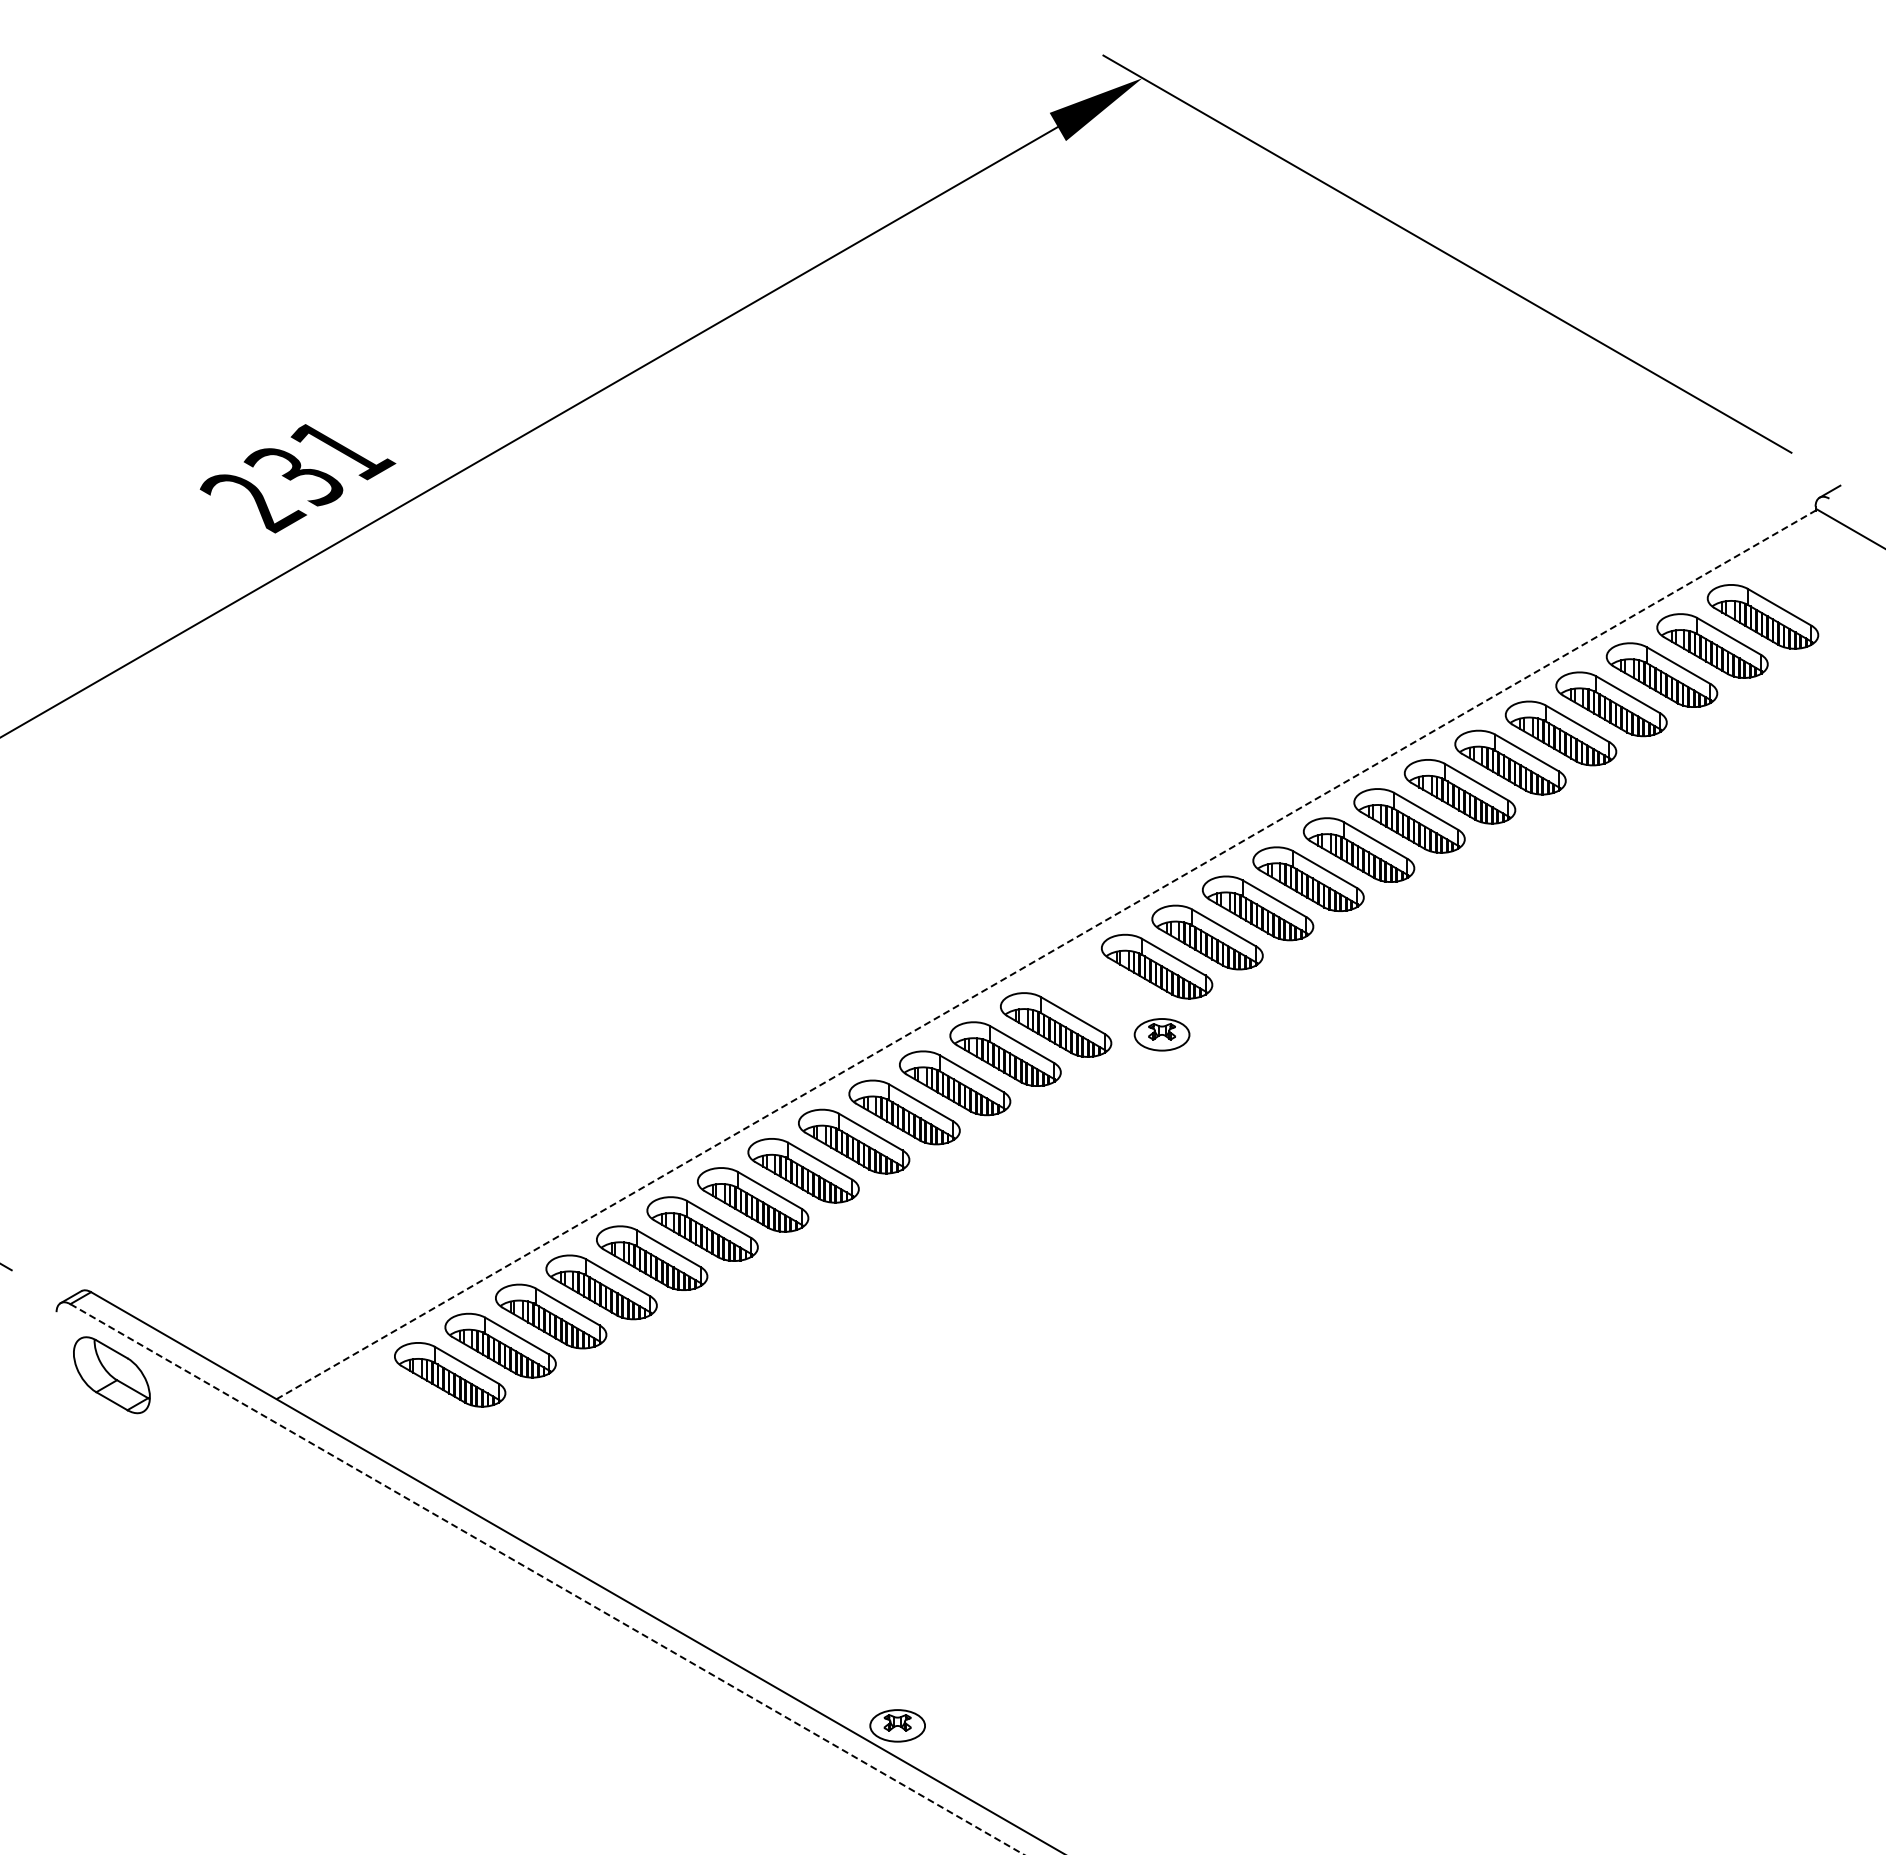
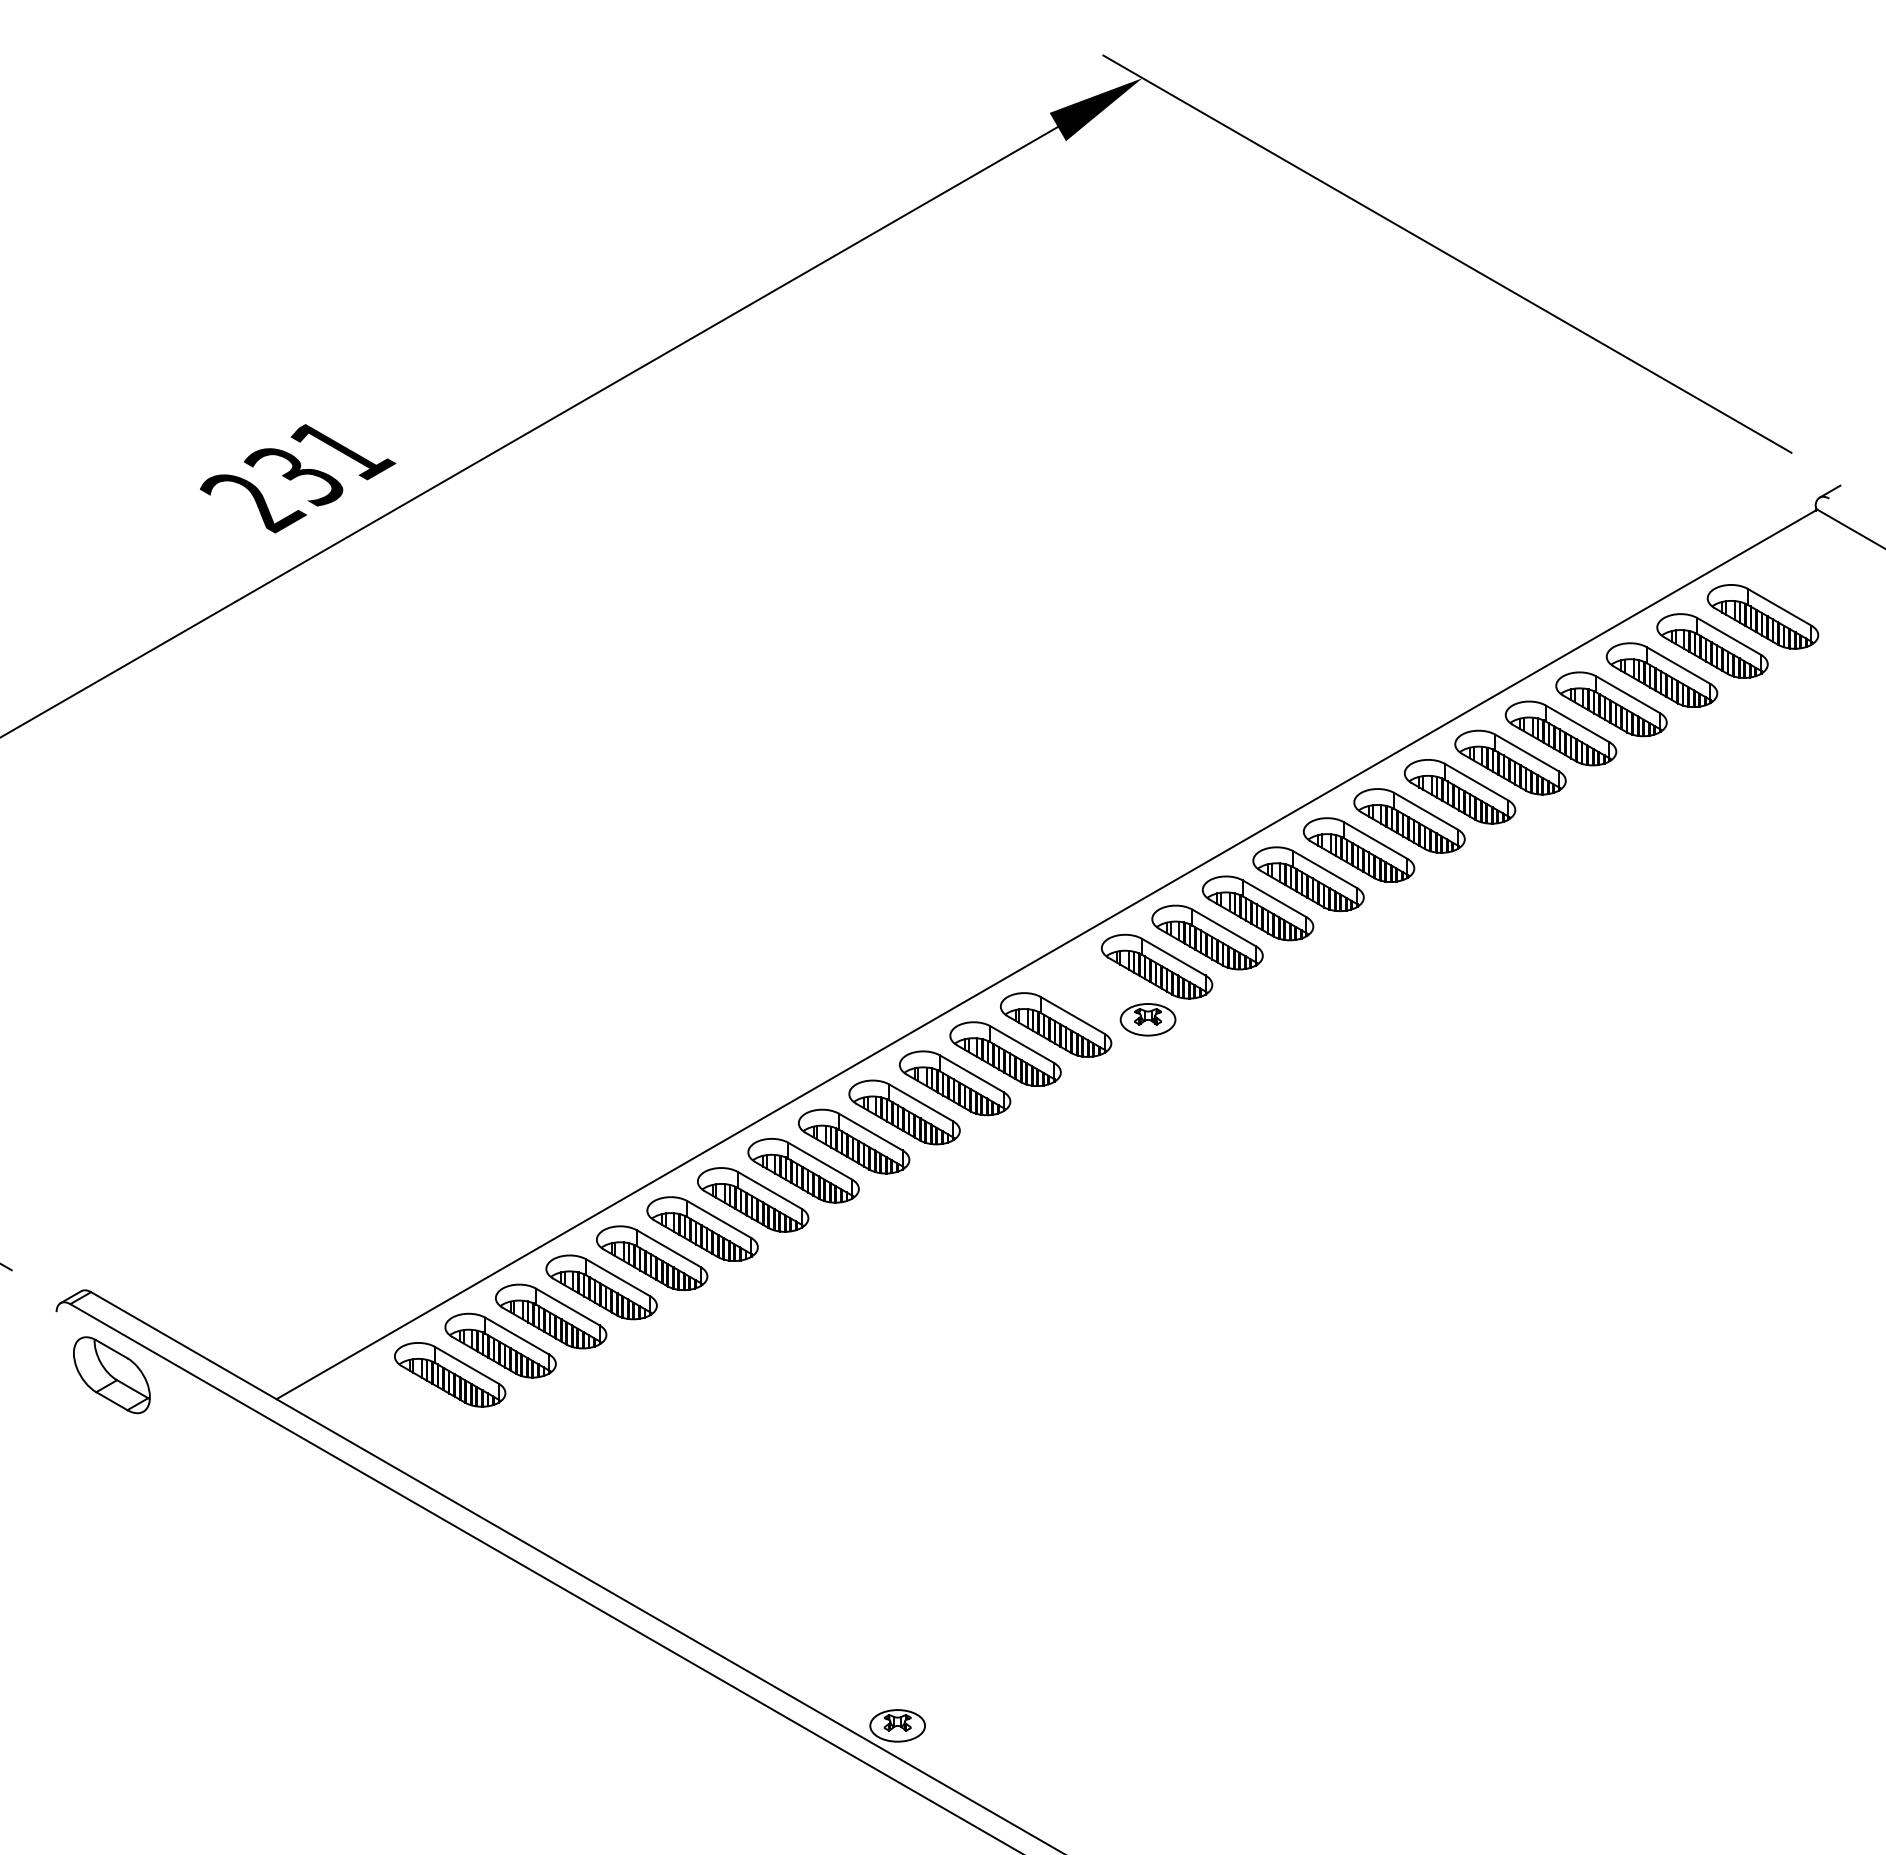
line at (1046, 954): dashed -> solid
part at (1161, 1034) position: (1161, 1034) -> (1147, 1019)
line at (547, 1579): dashed -> solid
